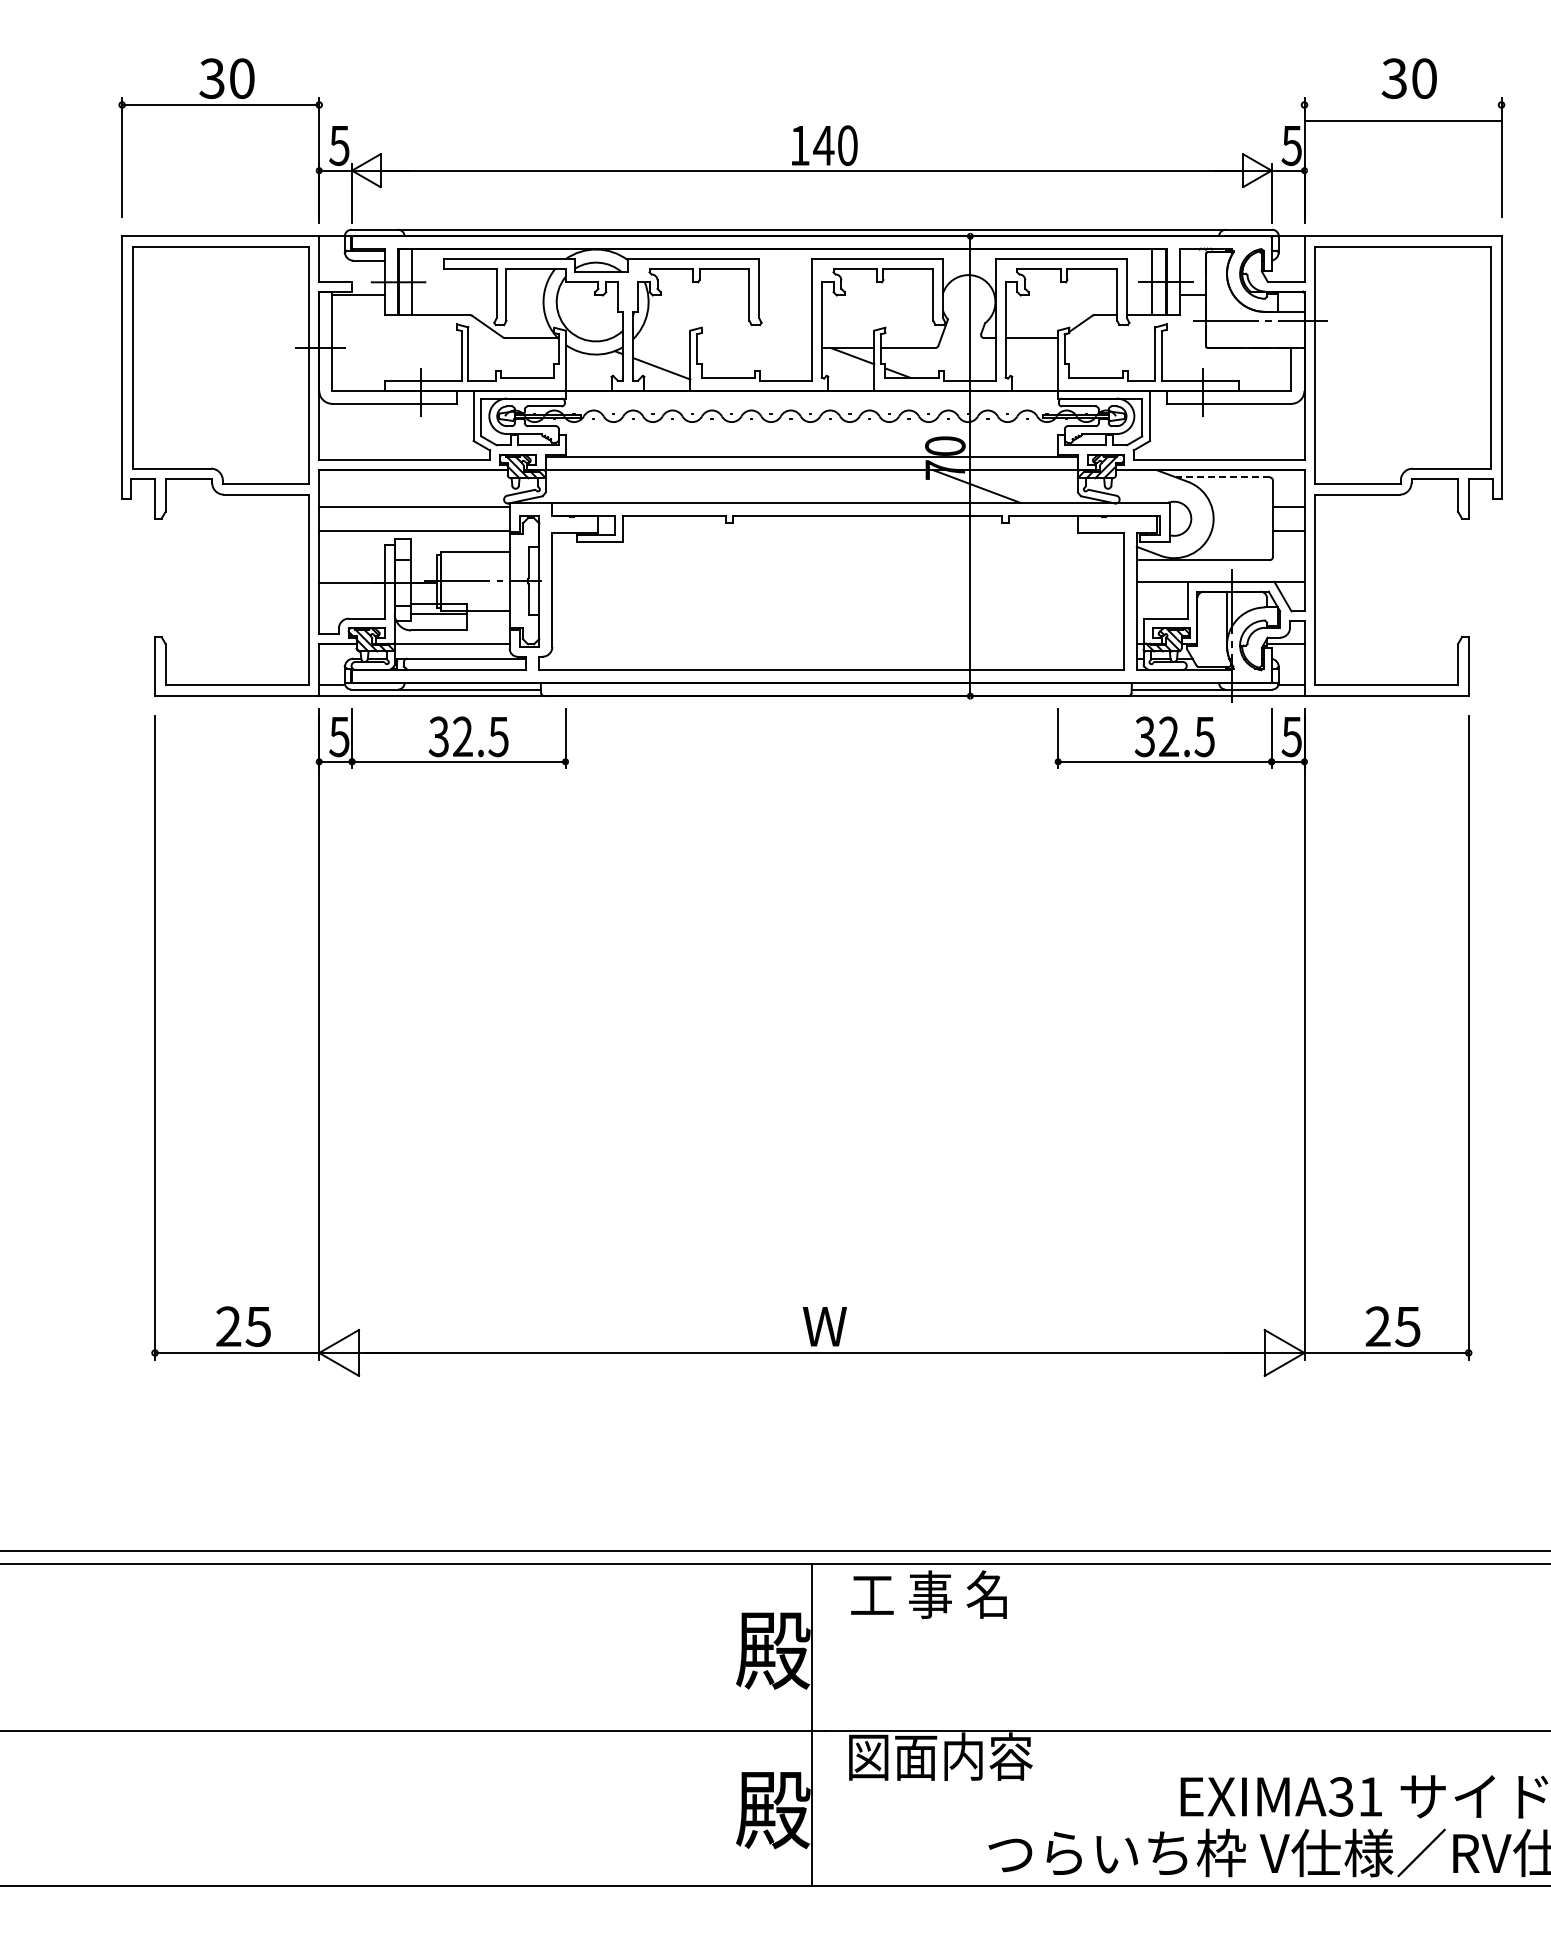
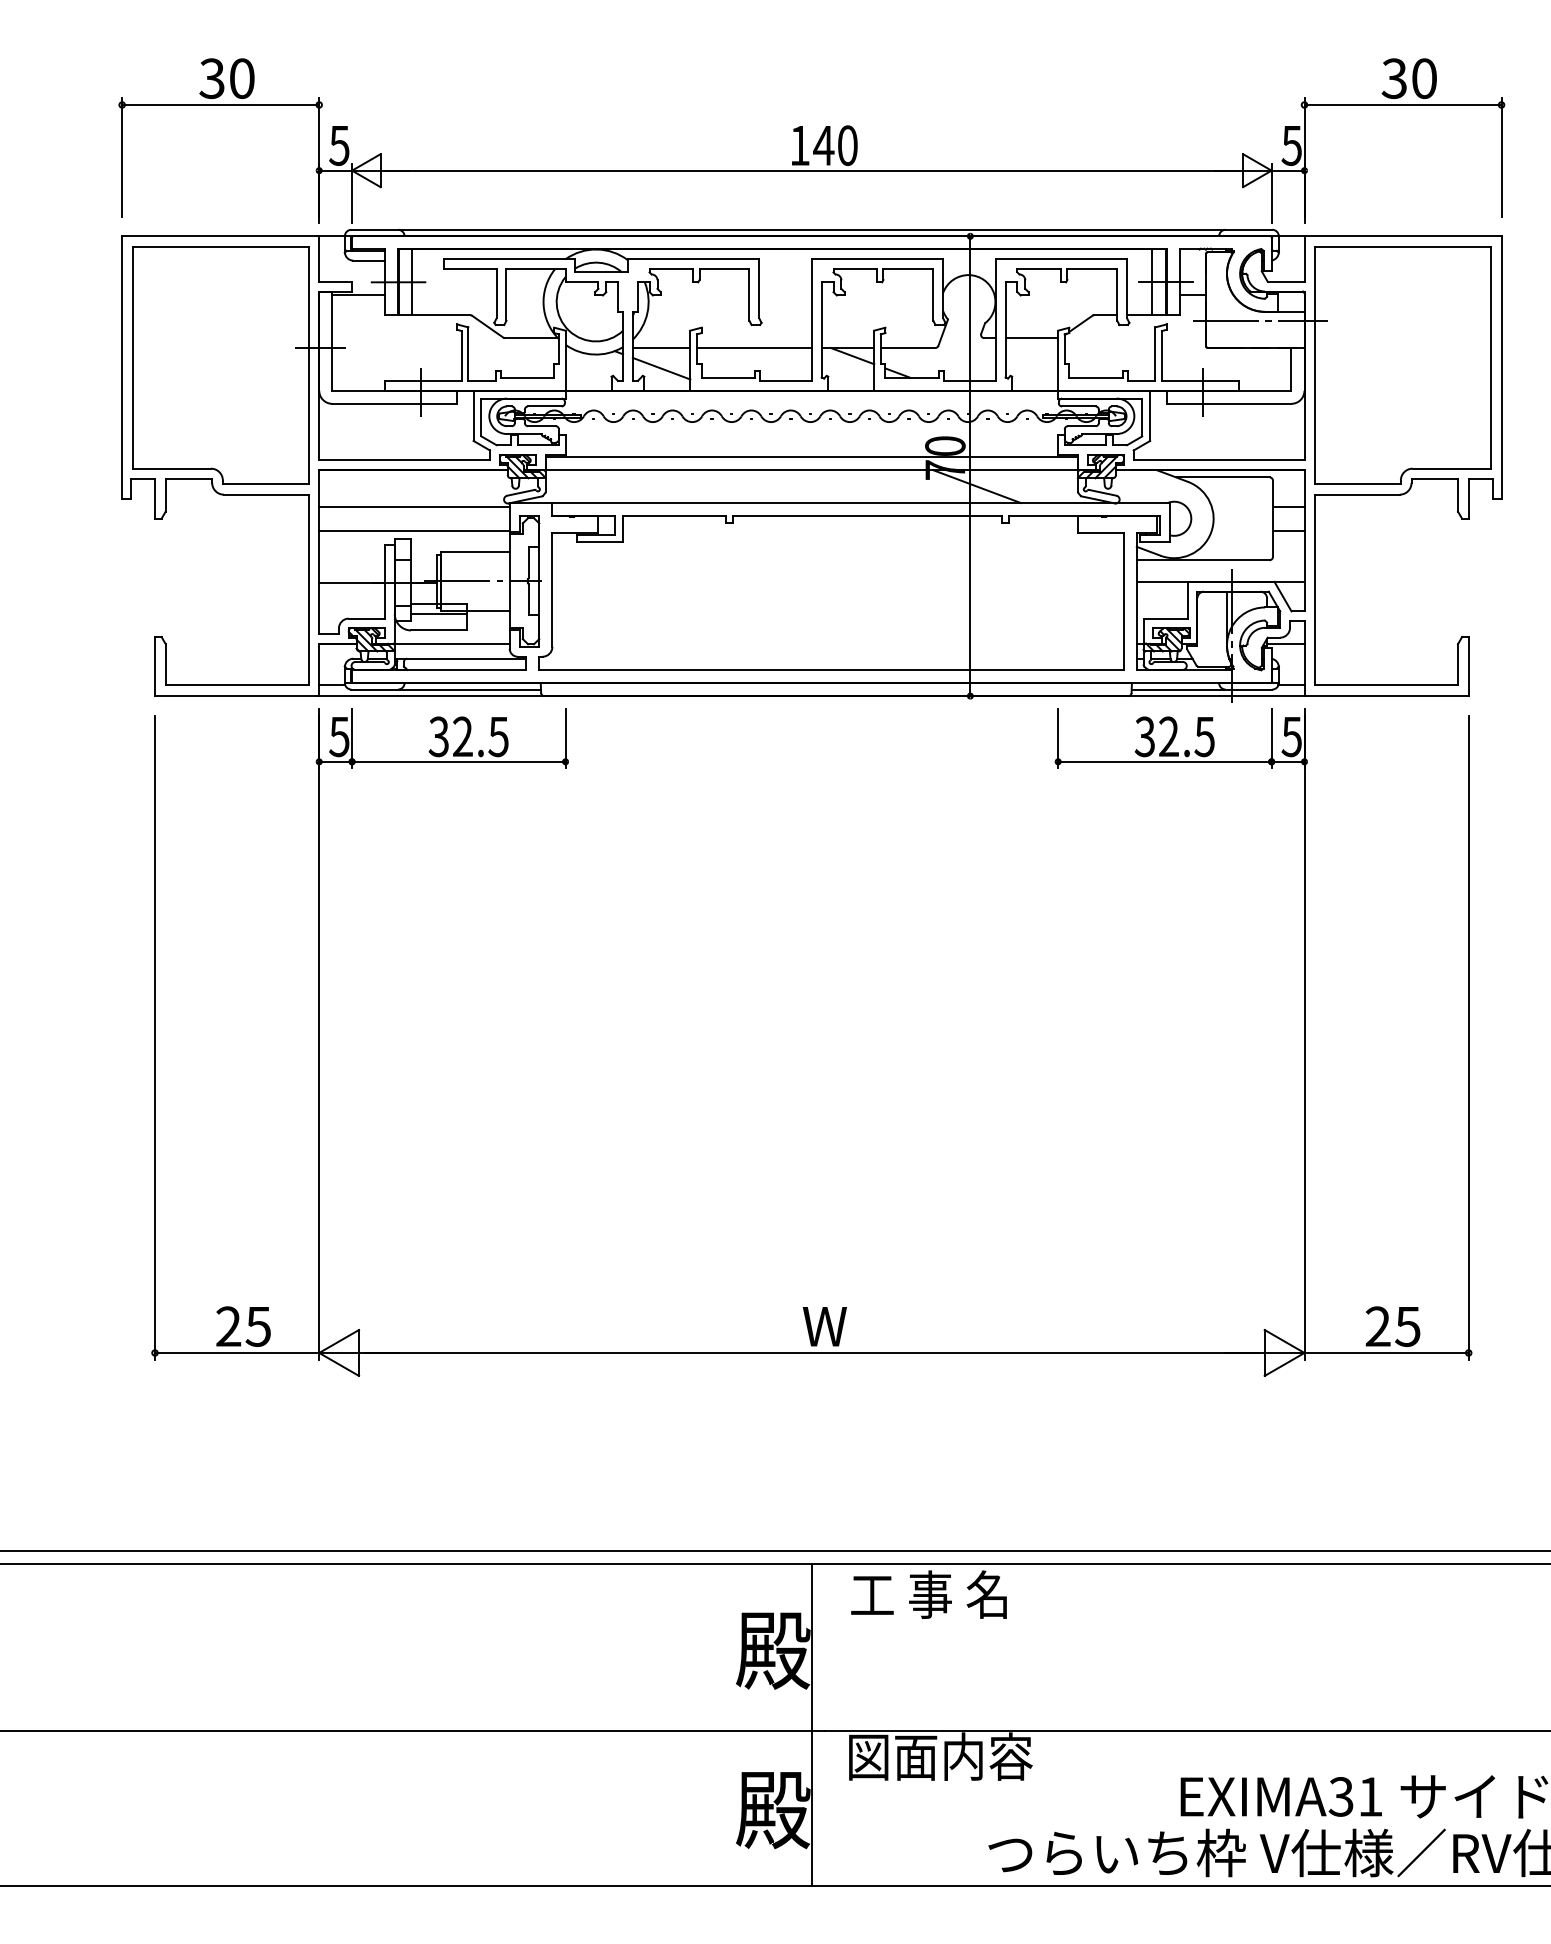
line at (1402, 120) position: (1402, 120) -> (1402, 104)
line at (661, 348): none -> present
line at (753, 348): none -> present
line at (1222, 477): dashed -> solid
